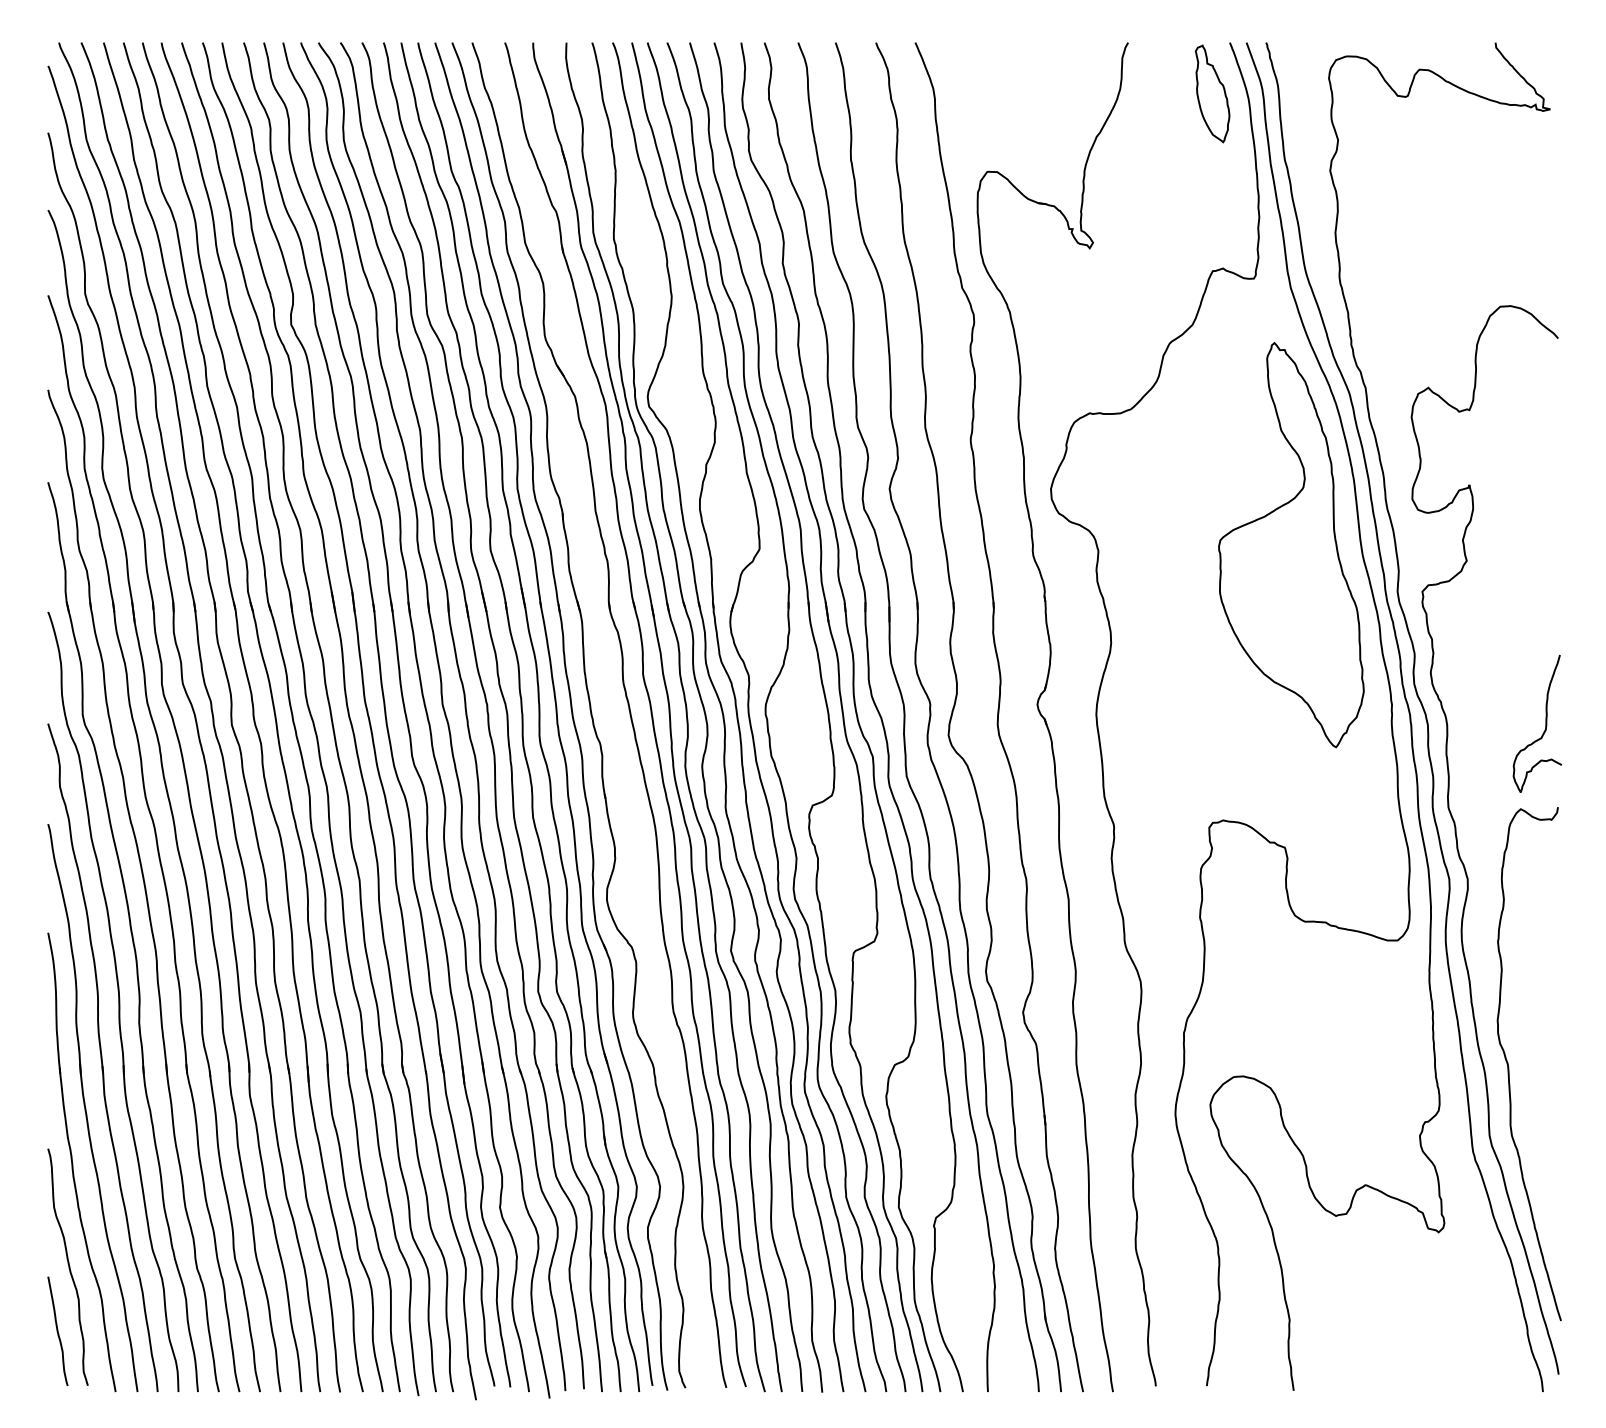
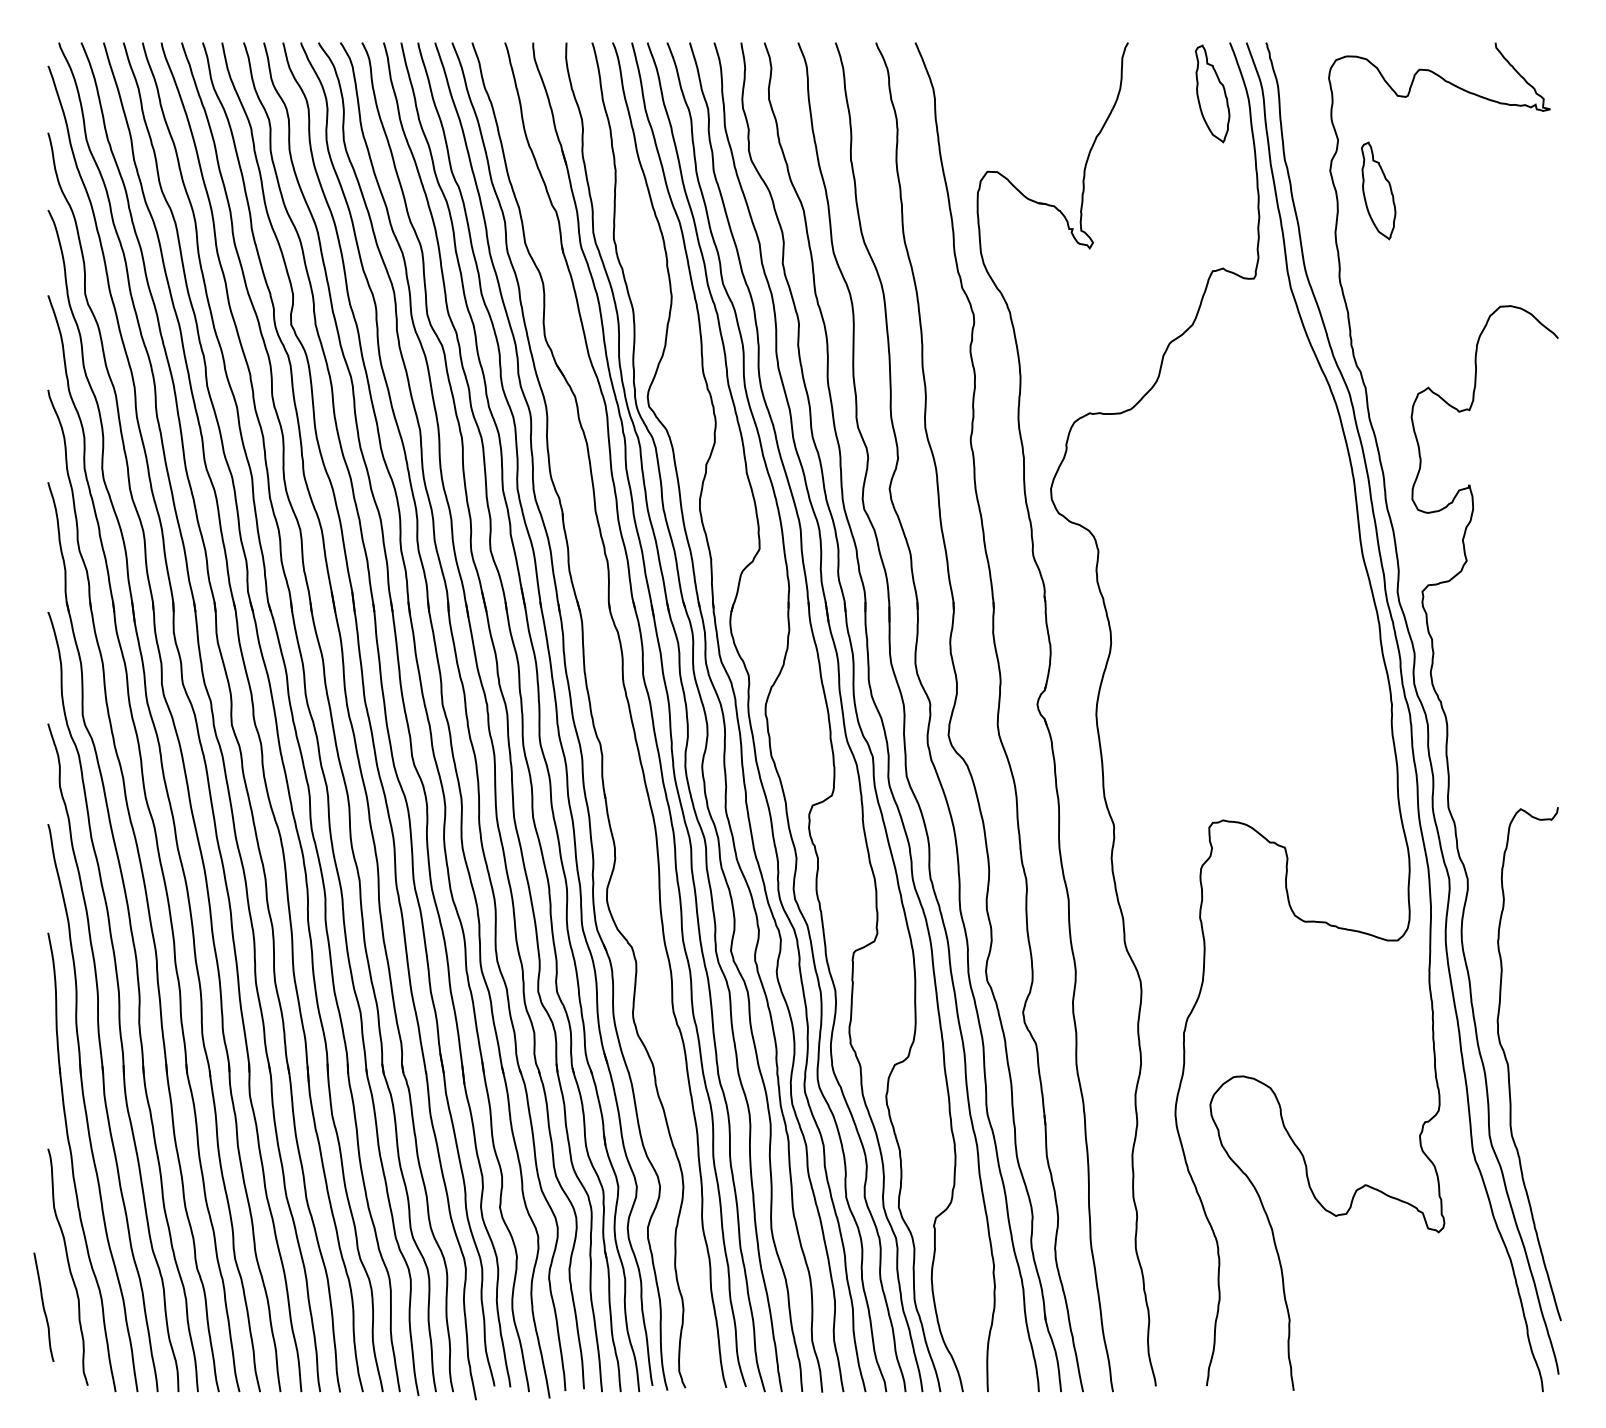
part at (1378, 190): none -> present
part at (1291, 545): present -> none
curve at (1545, 723): present -> none
curve at (57, 1330) position: (57, 1330) -> (43, 1306)
